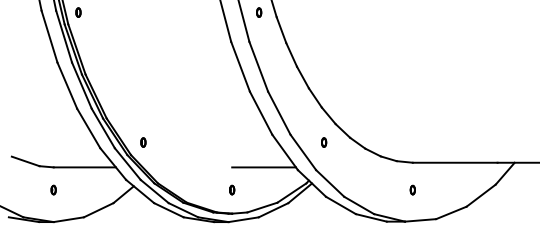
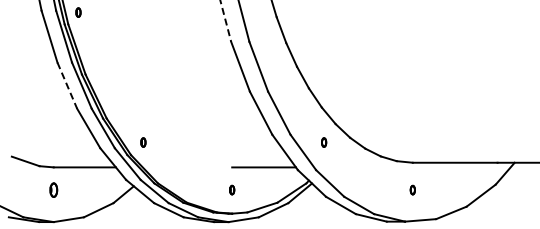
part at (259, 12): present -> none
line at (225, 21): solid -> dashed
line at (67, 86): solid -> dashed
part at (53, 189) size: 7x12 px -> 10x16 px
